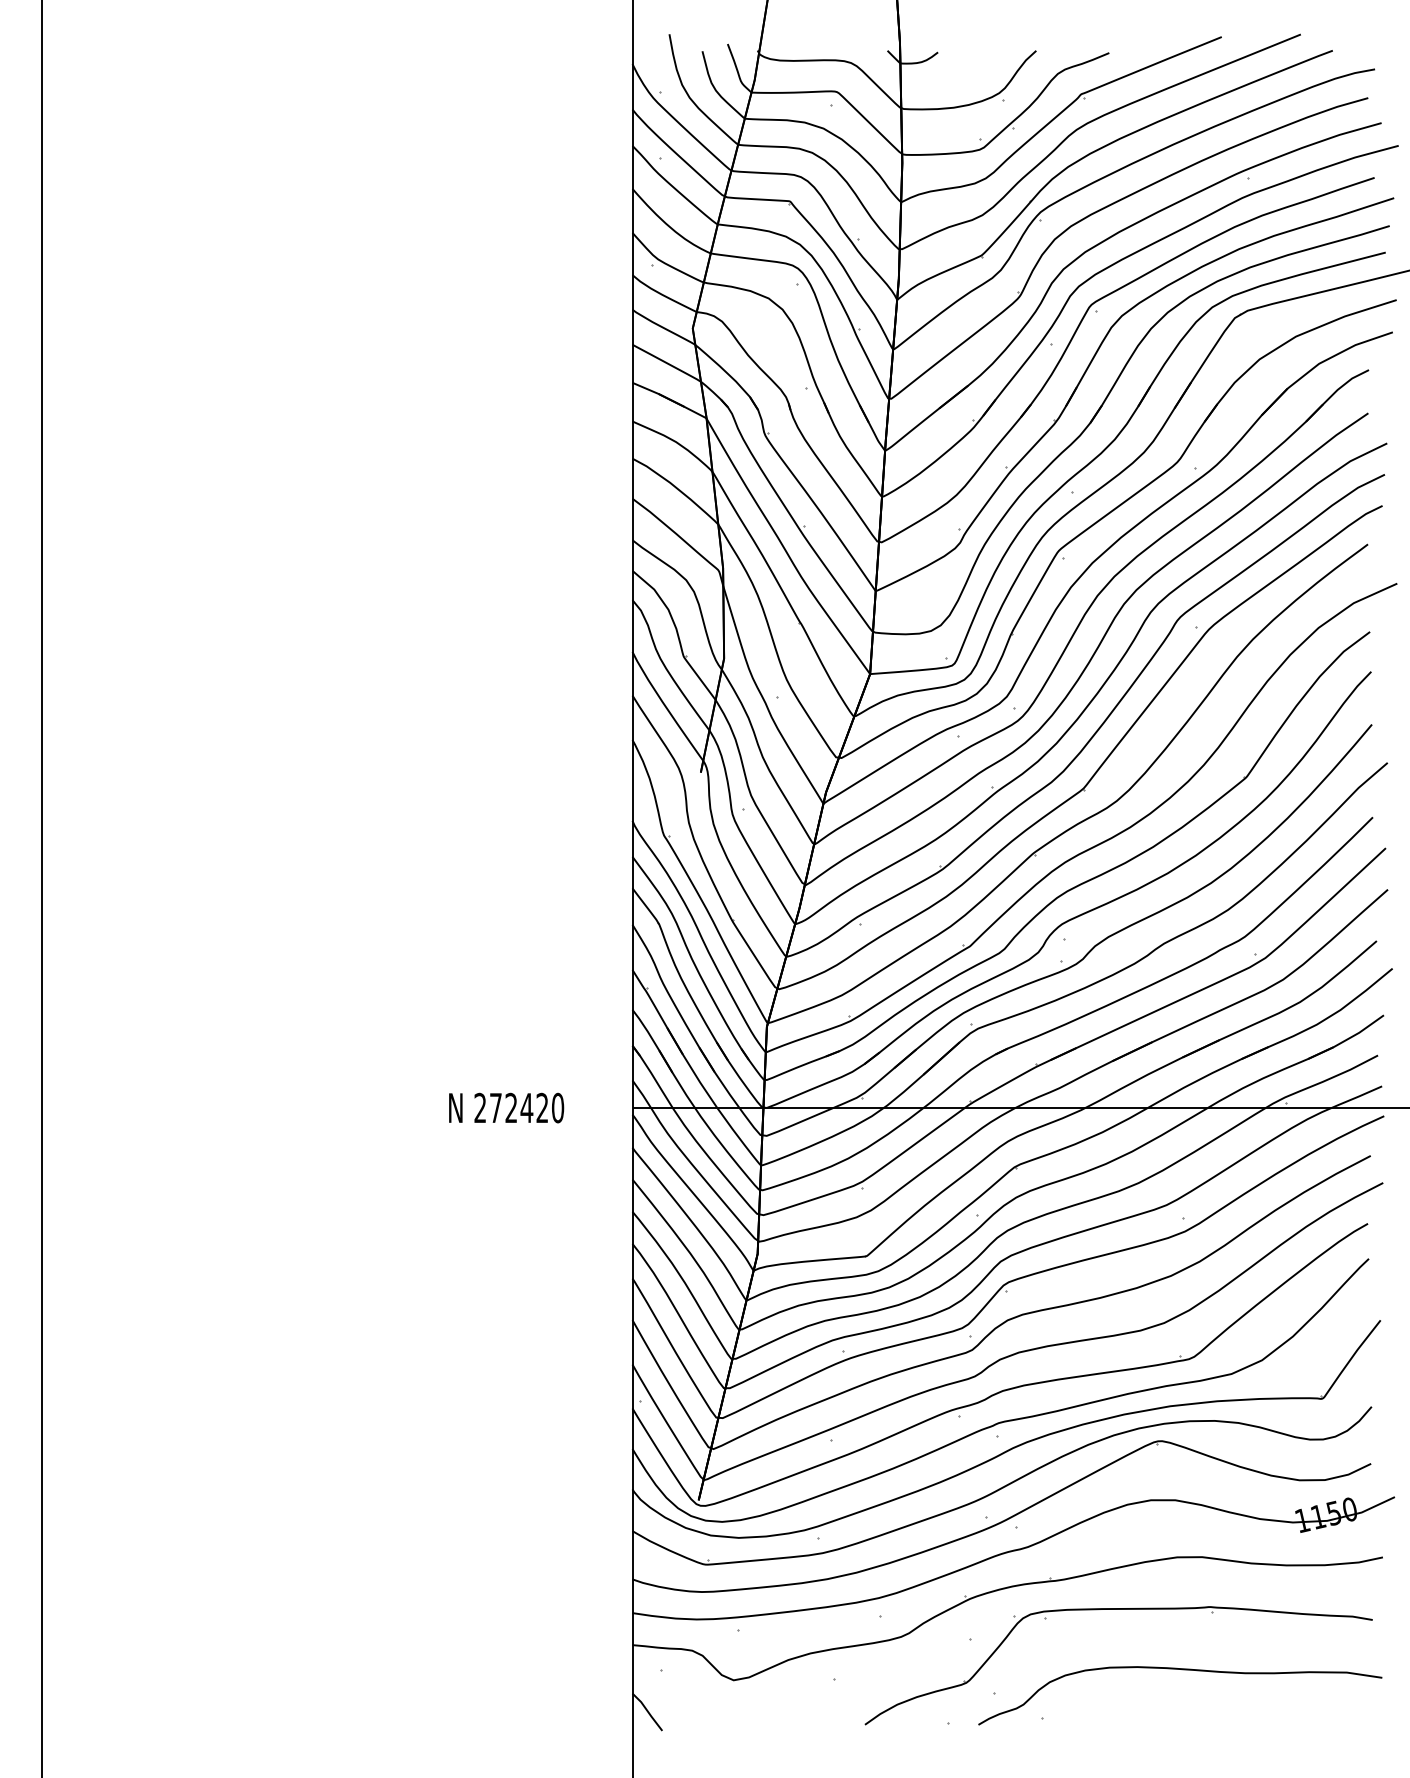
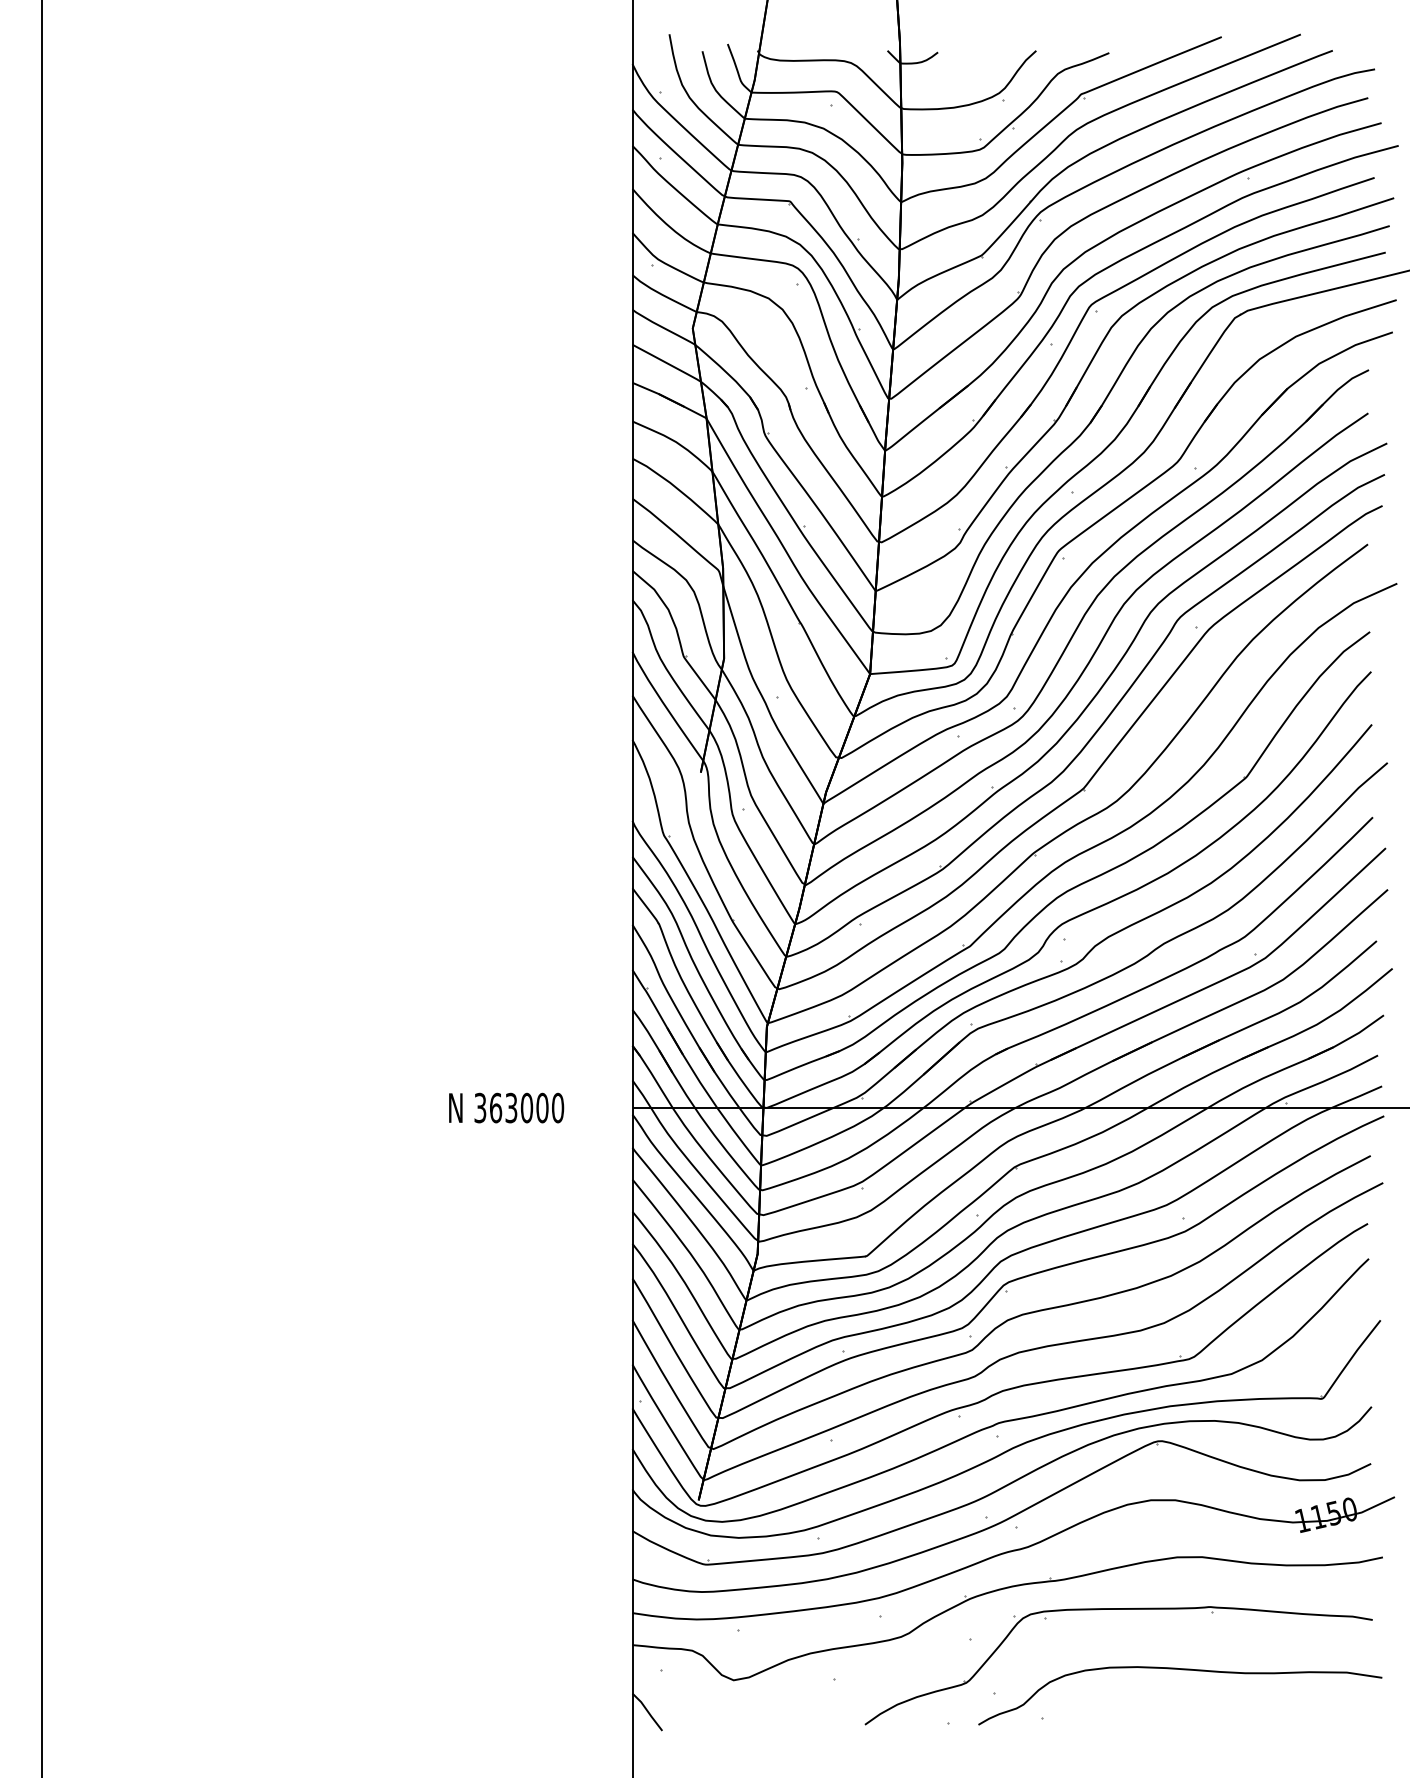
text at (511, 1107): 272420 -> 363000
